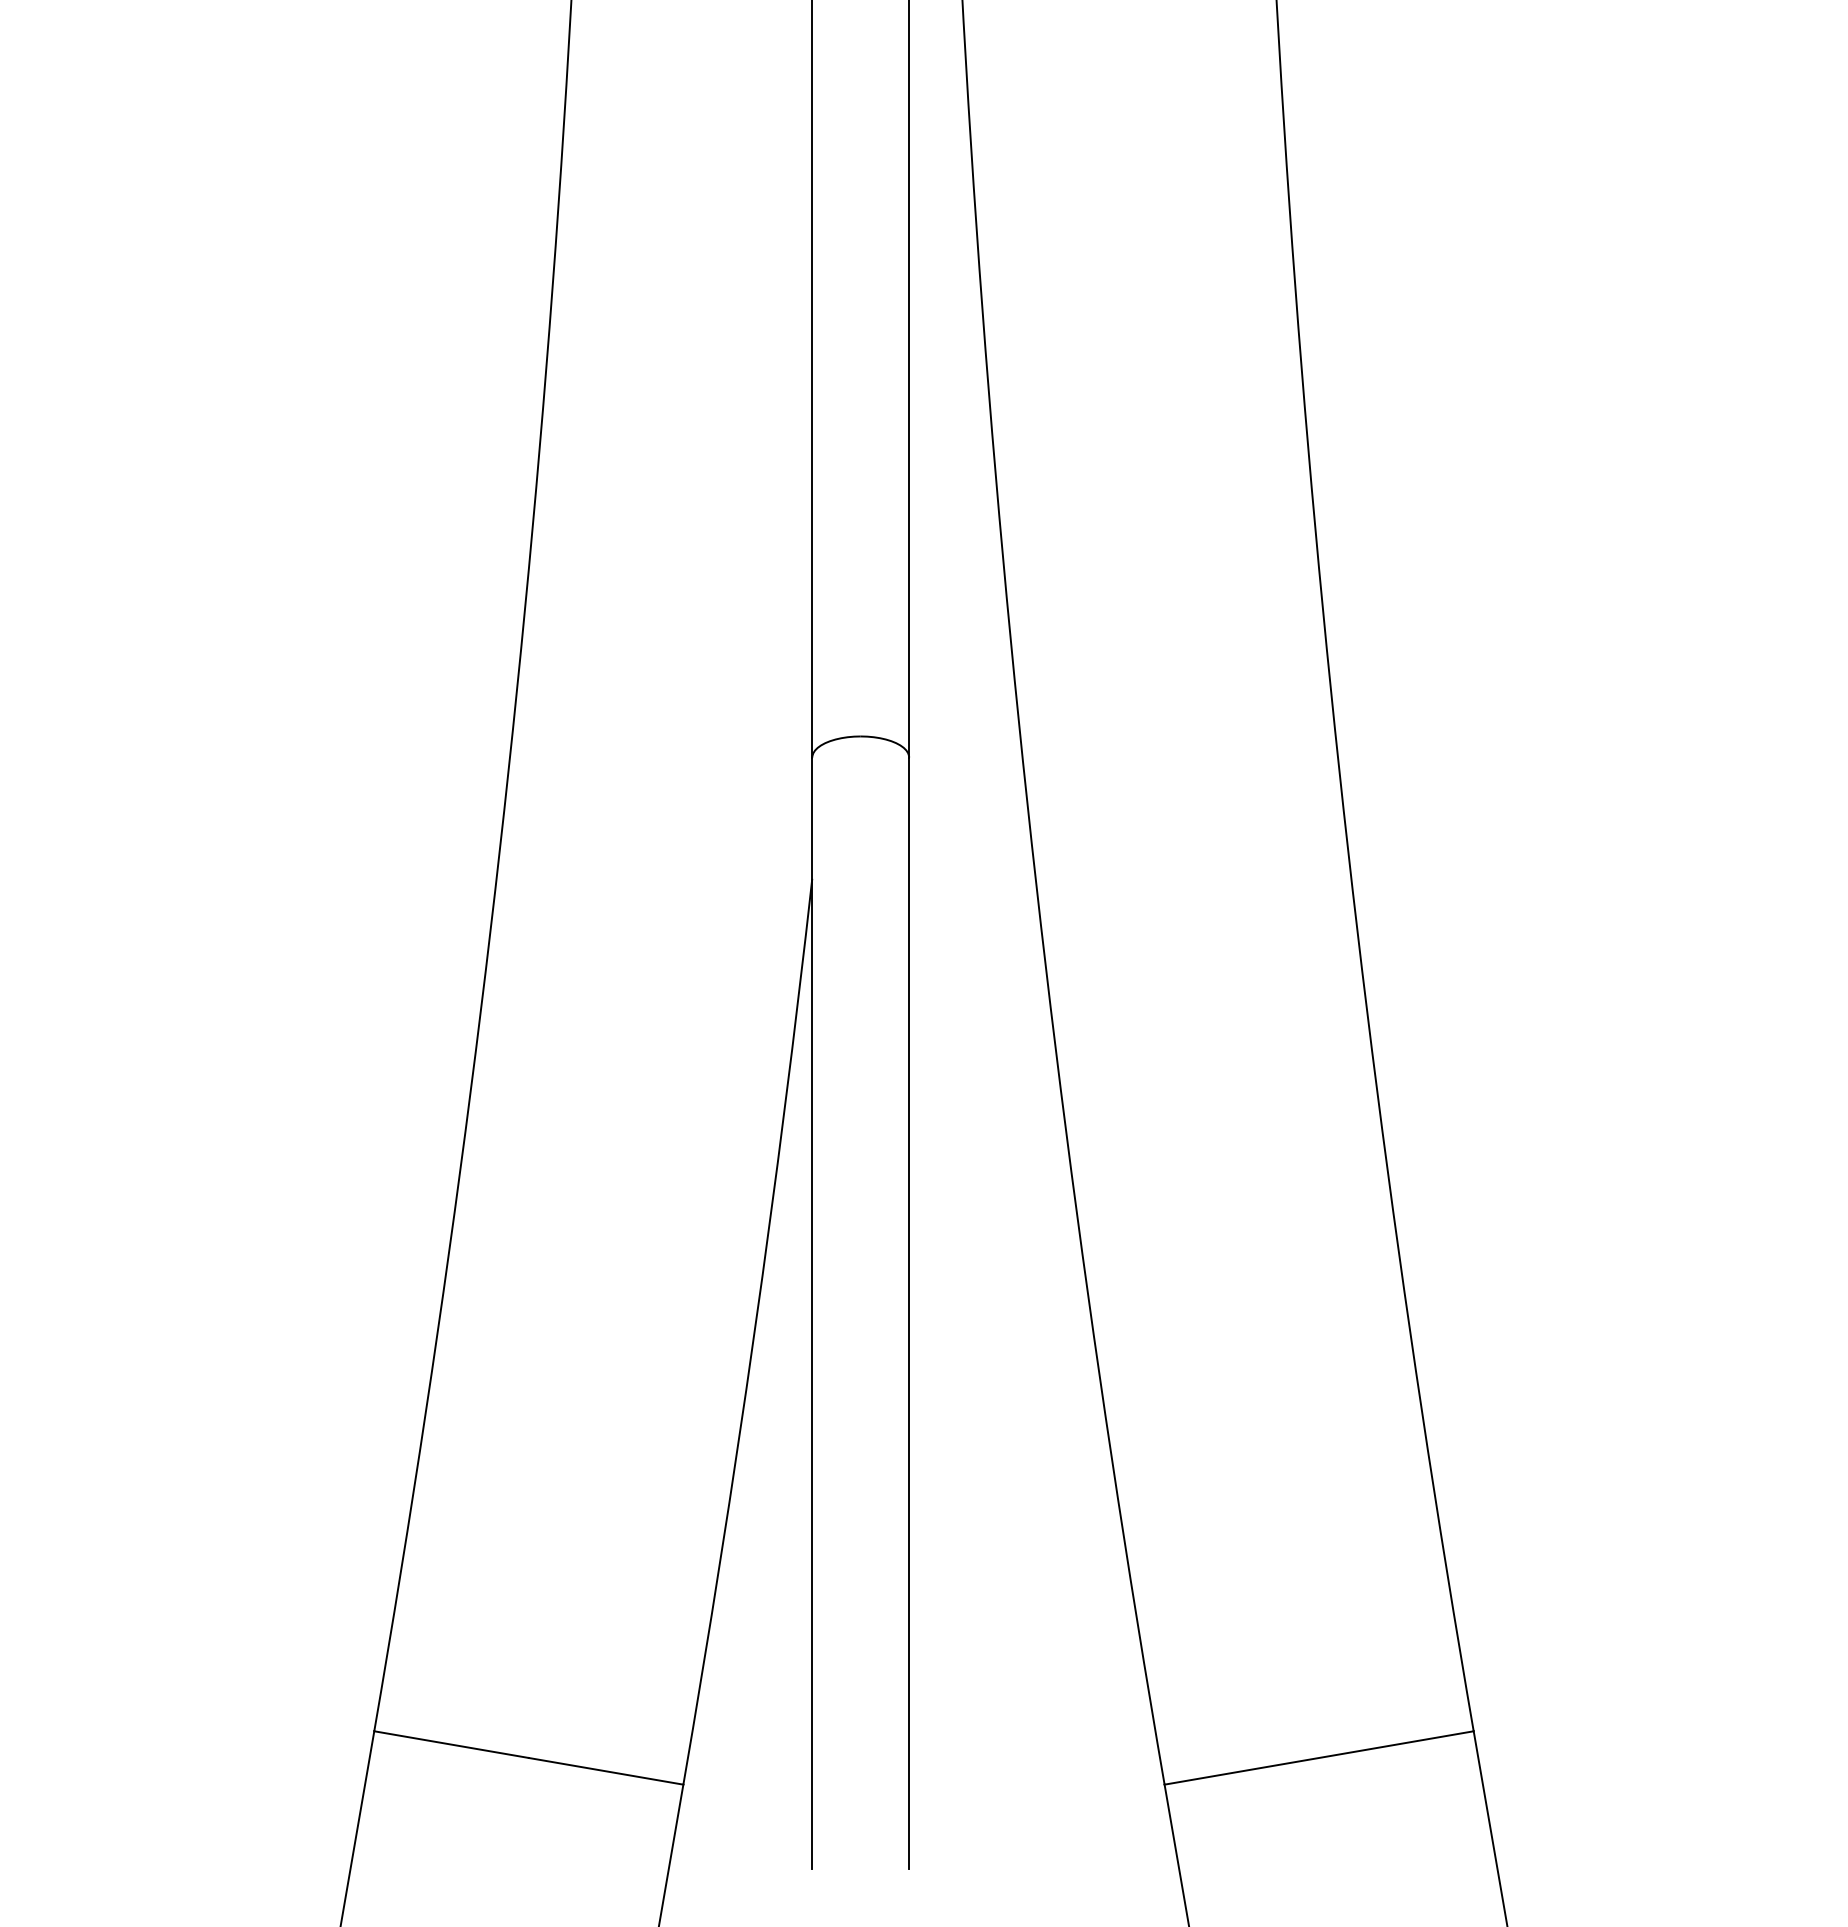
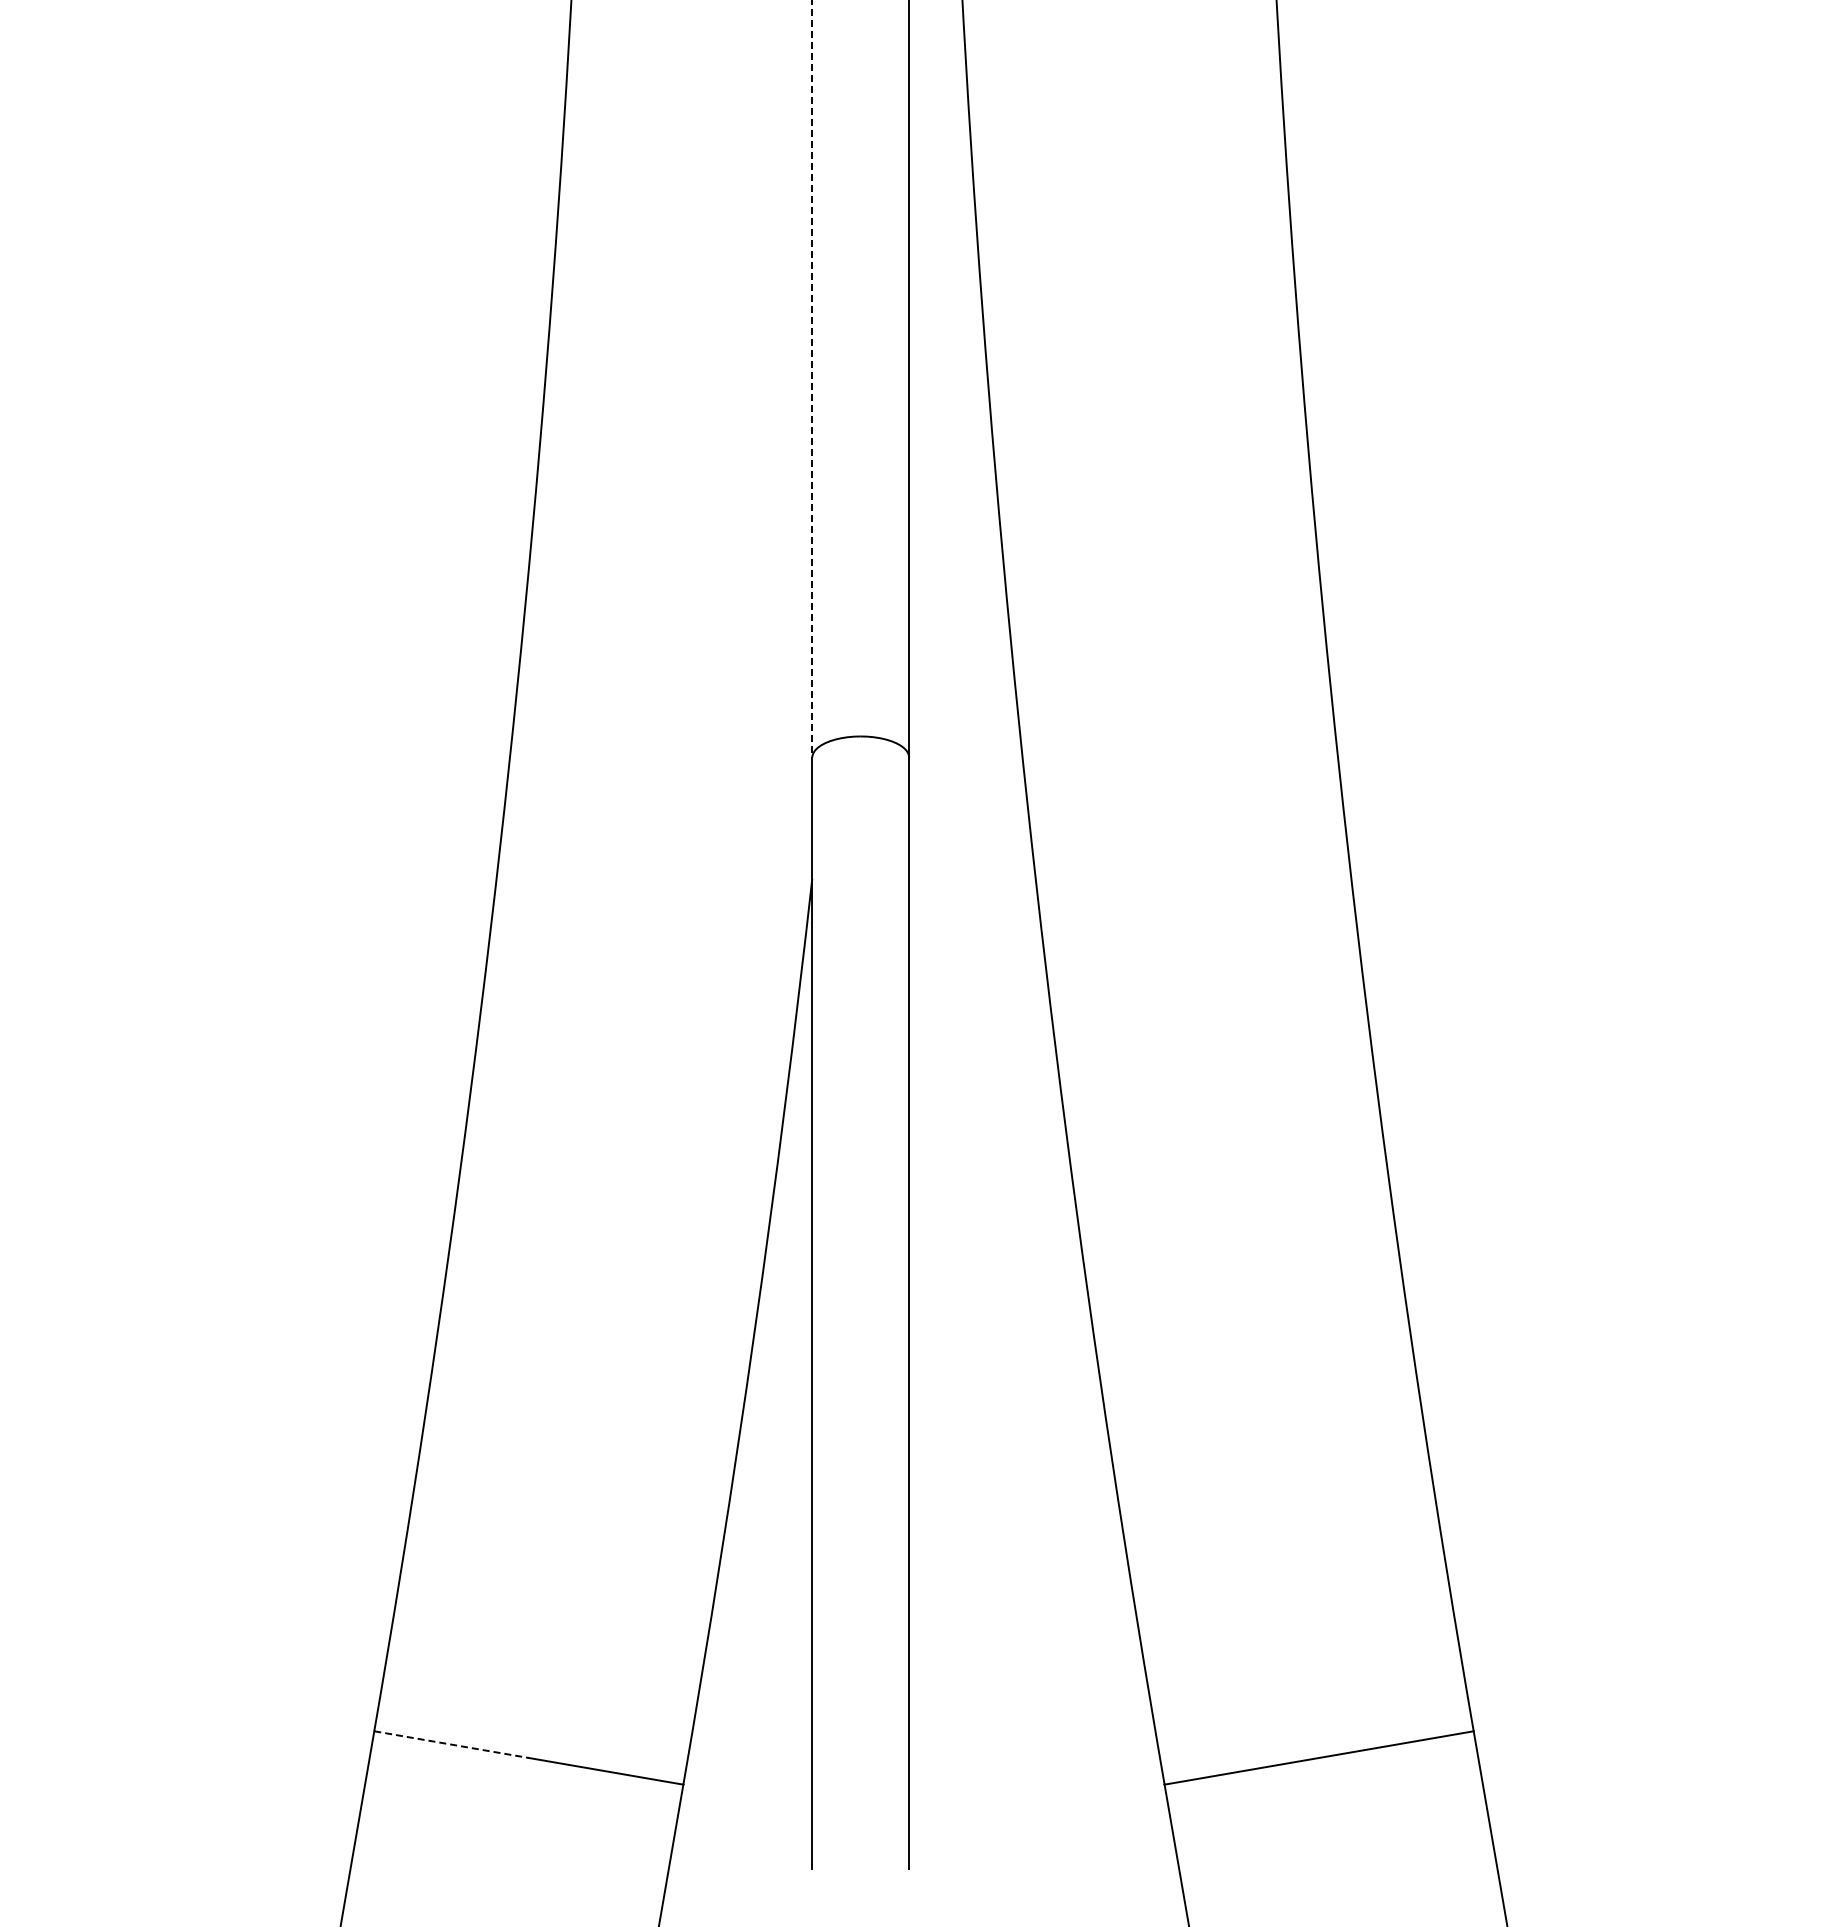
line at (812, 379): solid -> dashed
line at (452, 1744): solid -> dashed
